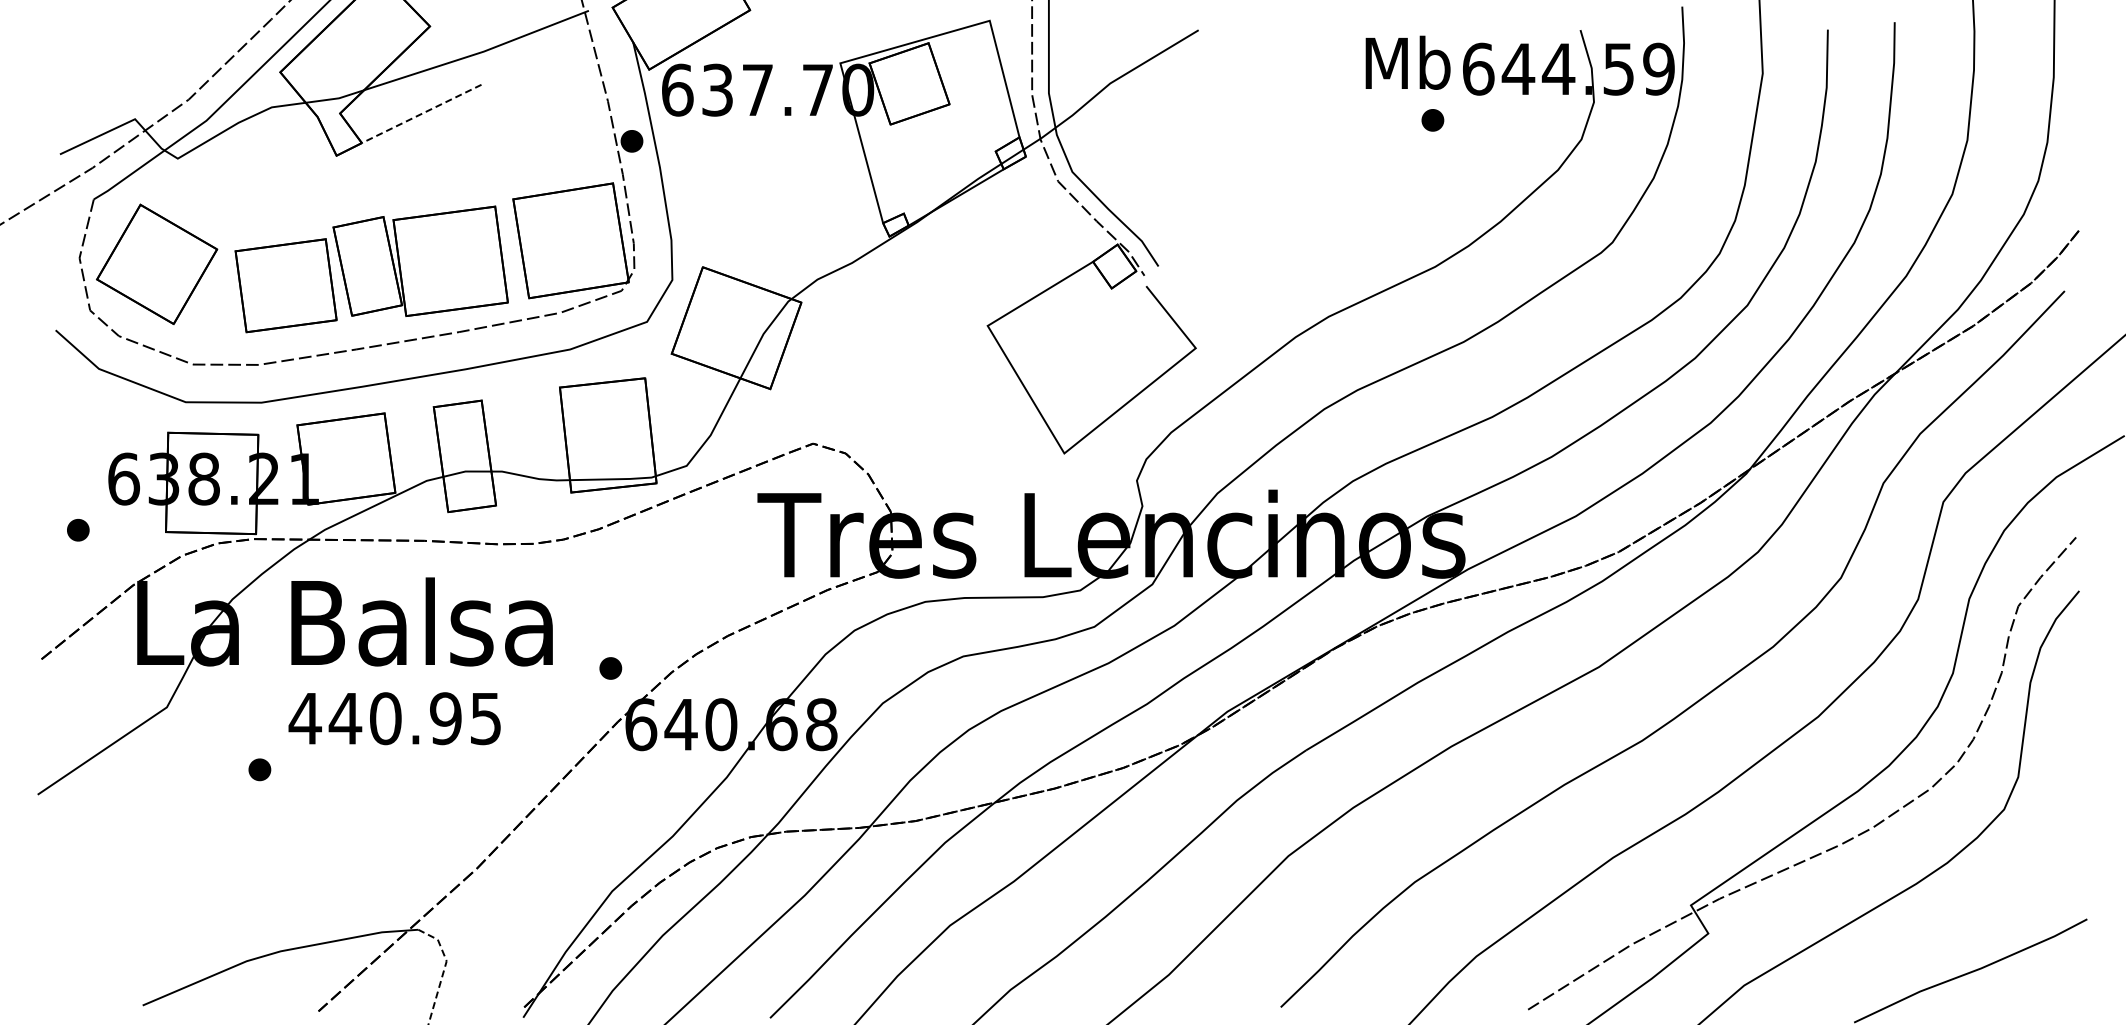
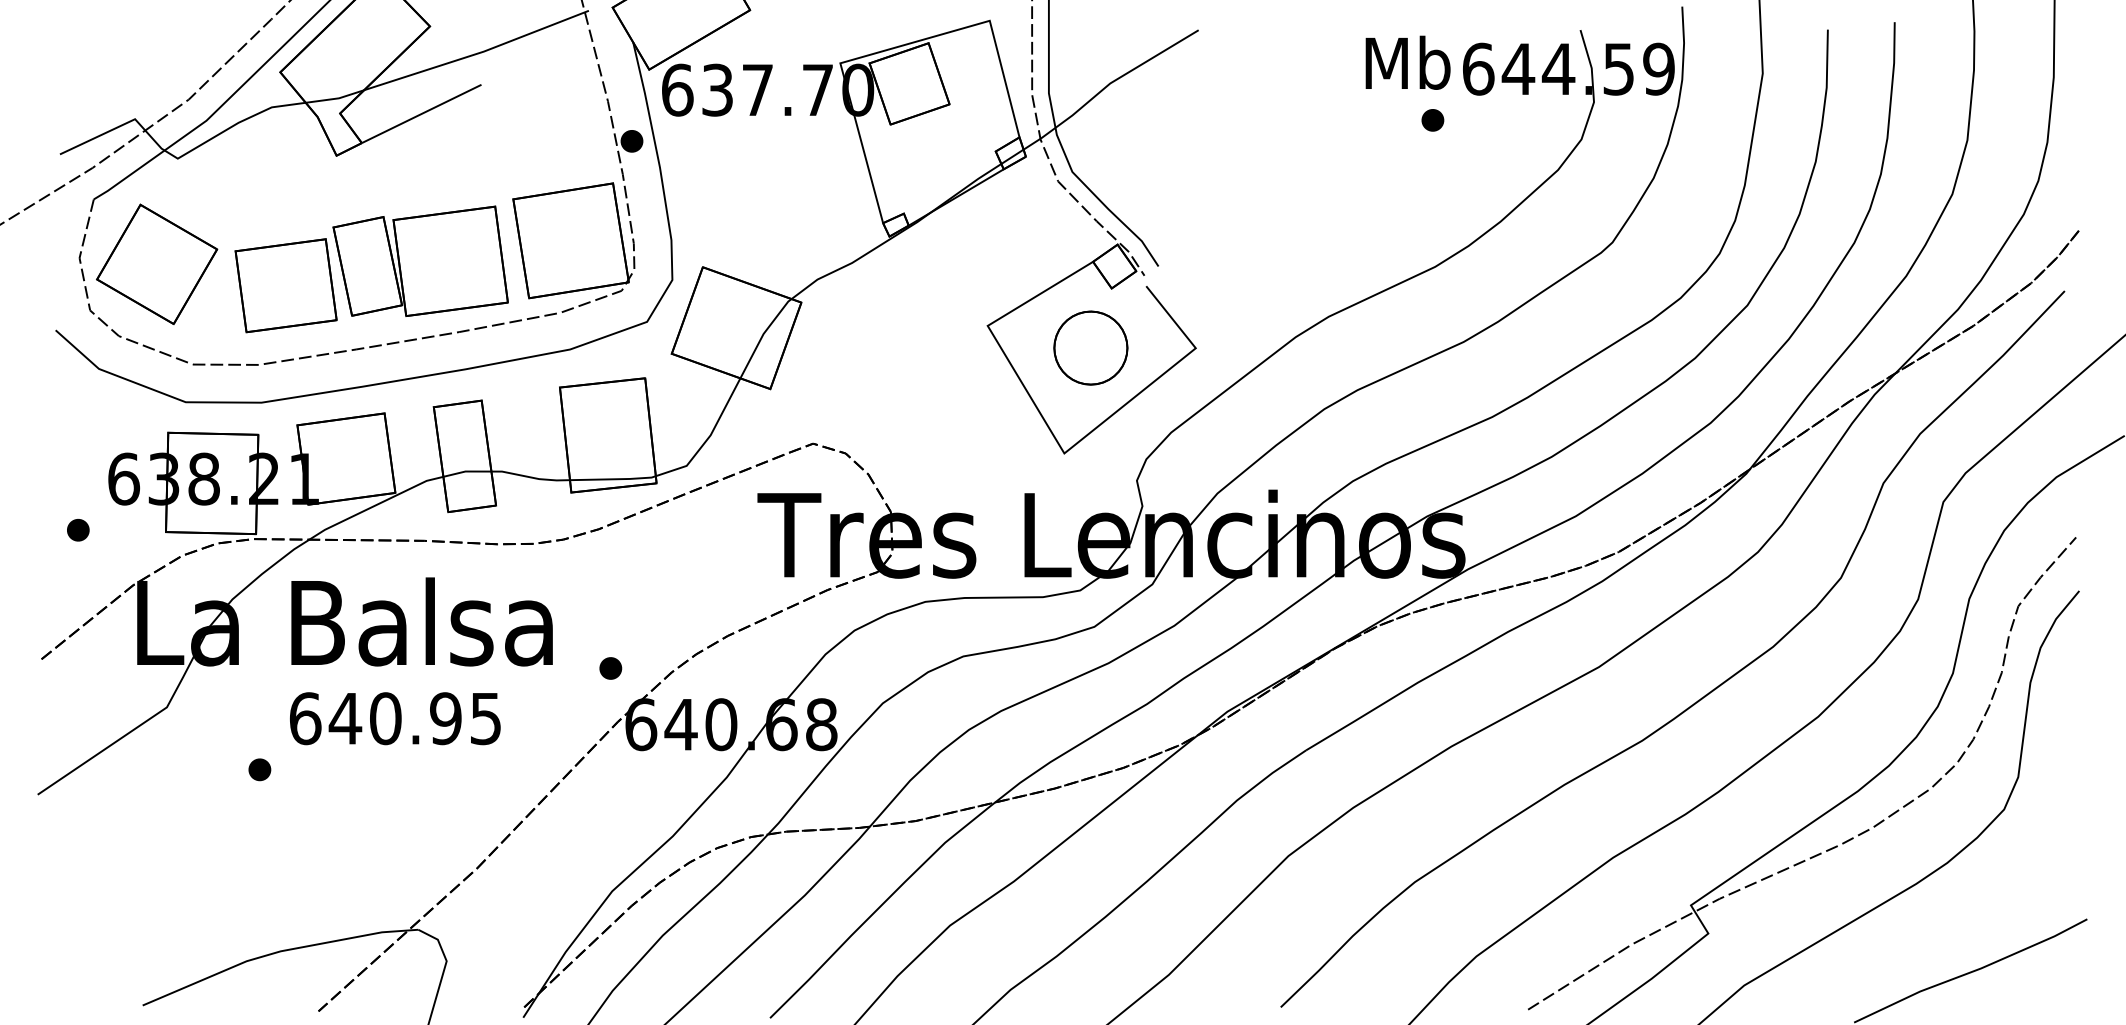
line at (421, 113): dashed -> solid
part at (1090, 347): none -> present
text at (304, 718): 440.95 -> 640.95
line at (444, 969): dashed -> solid
